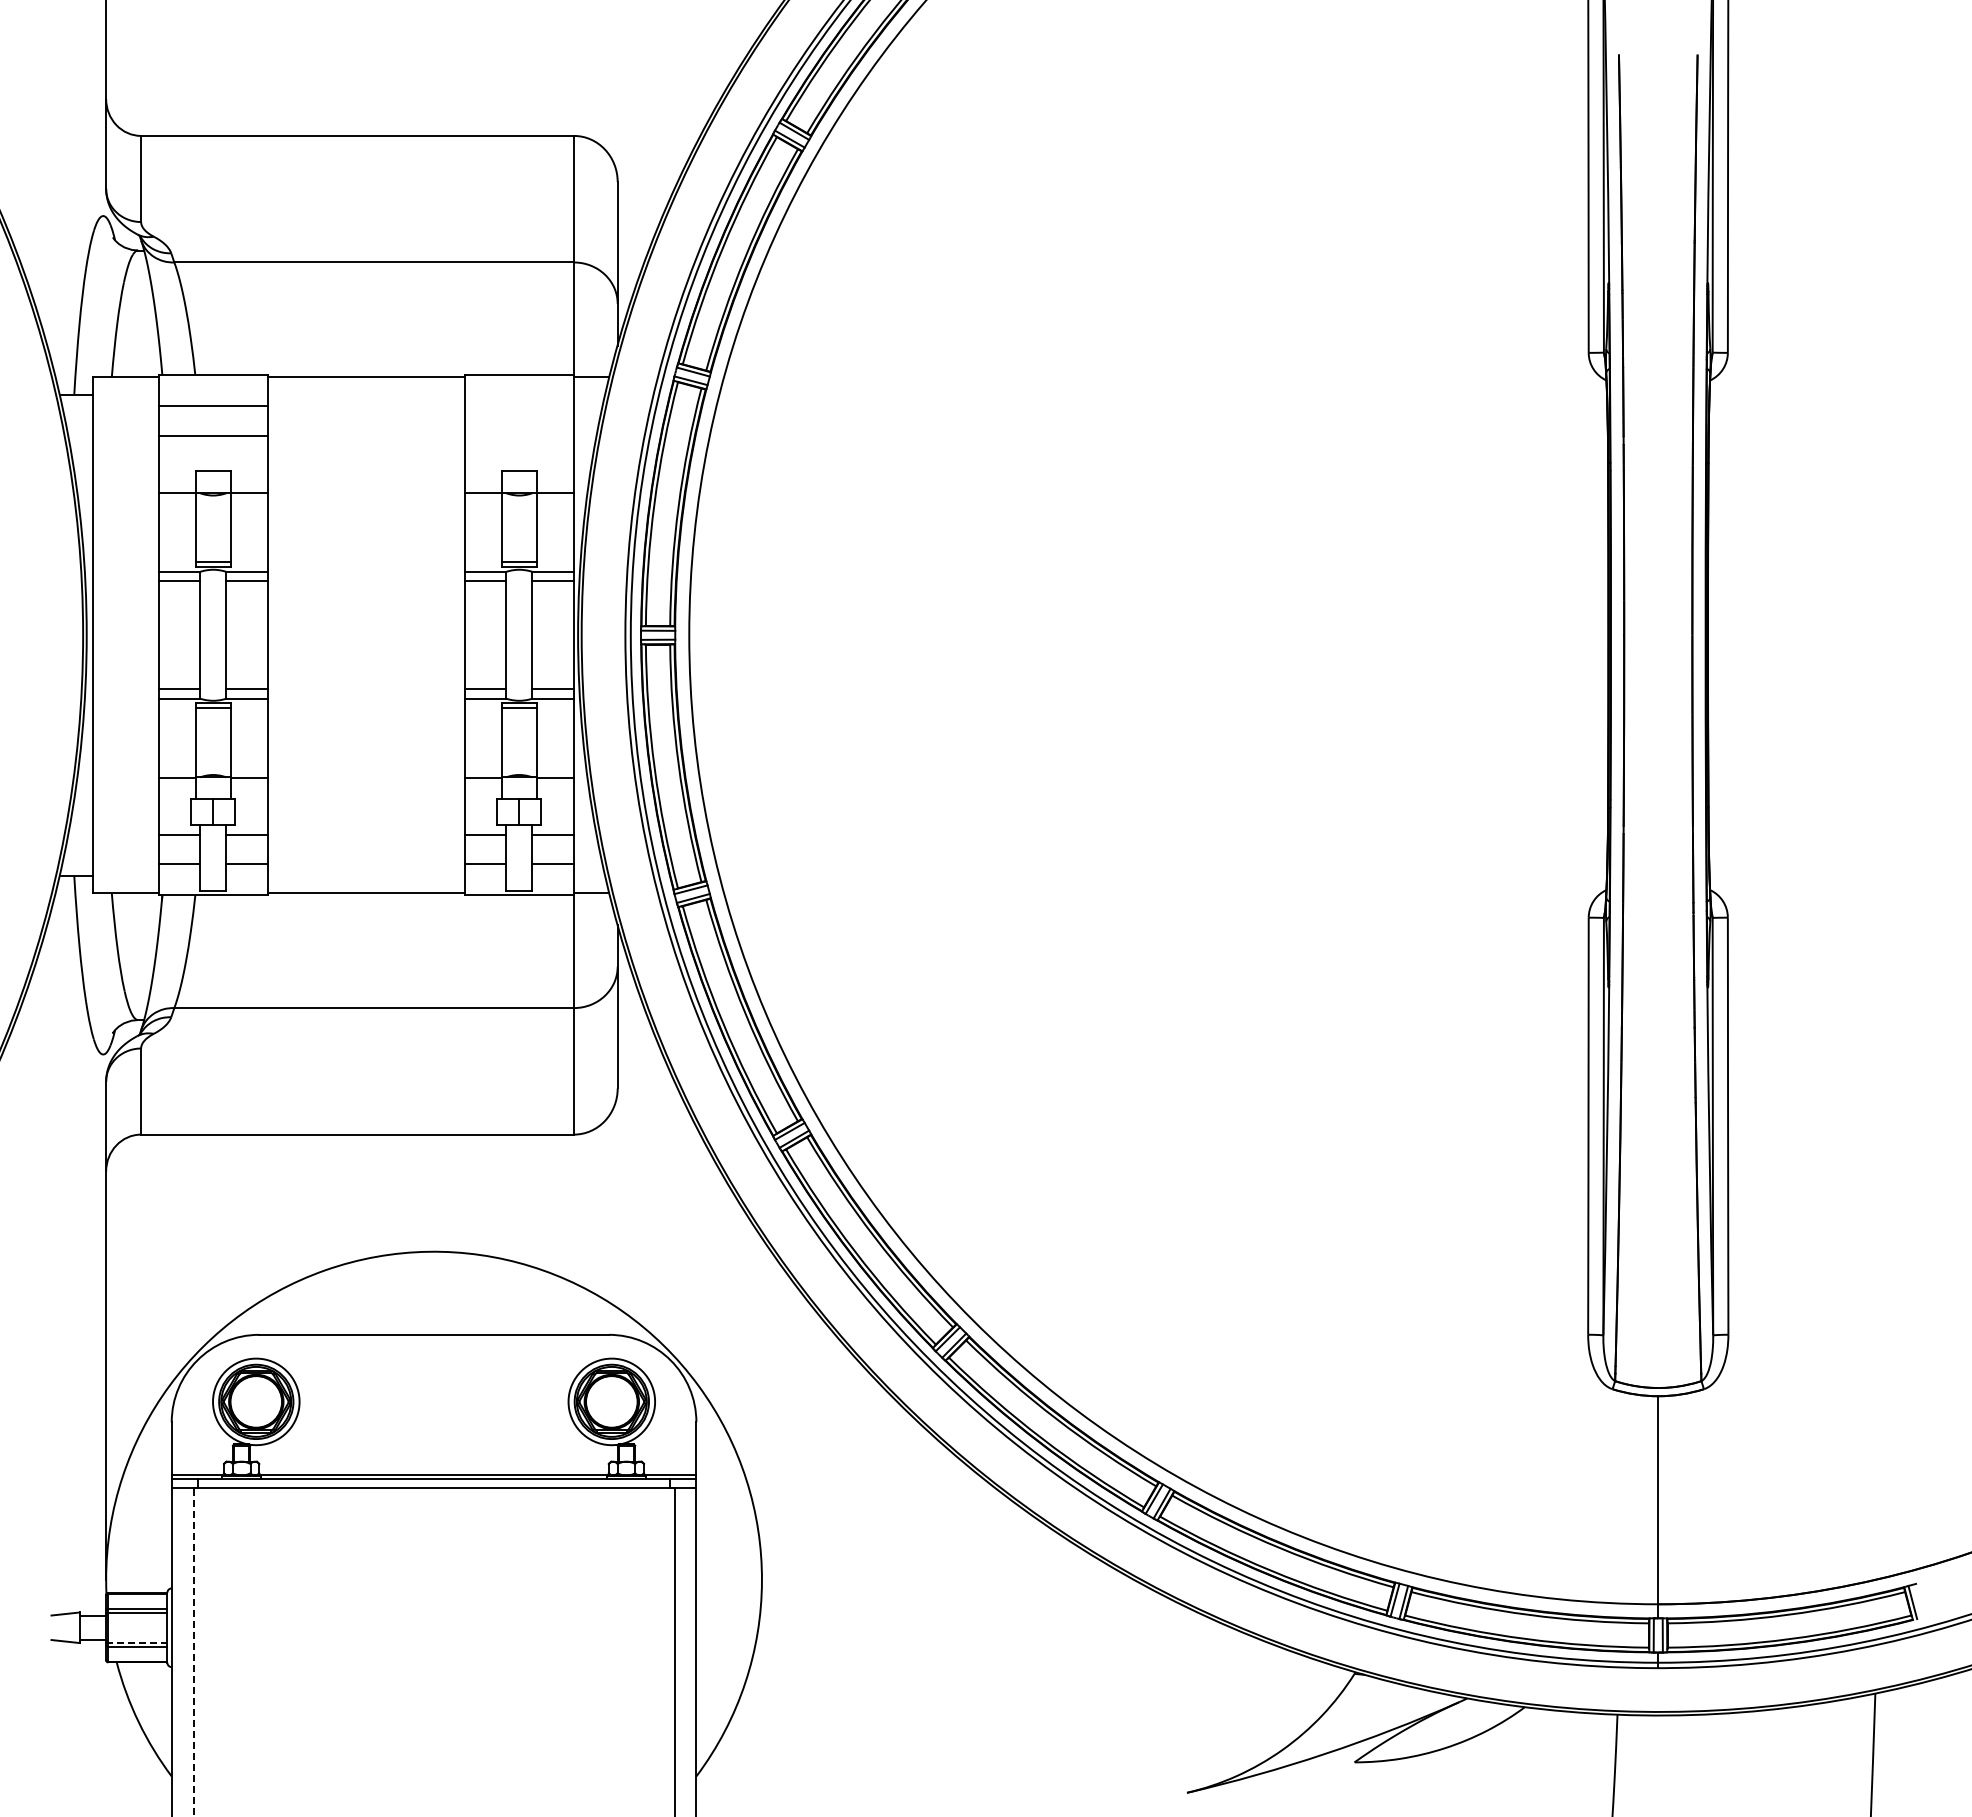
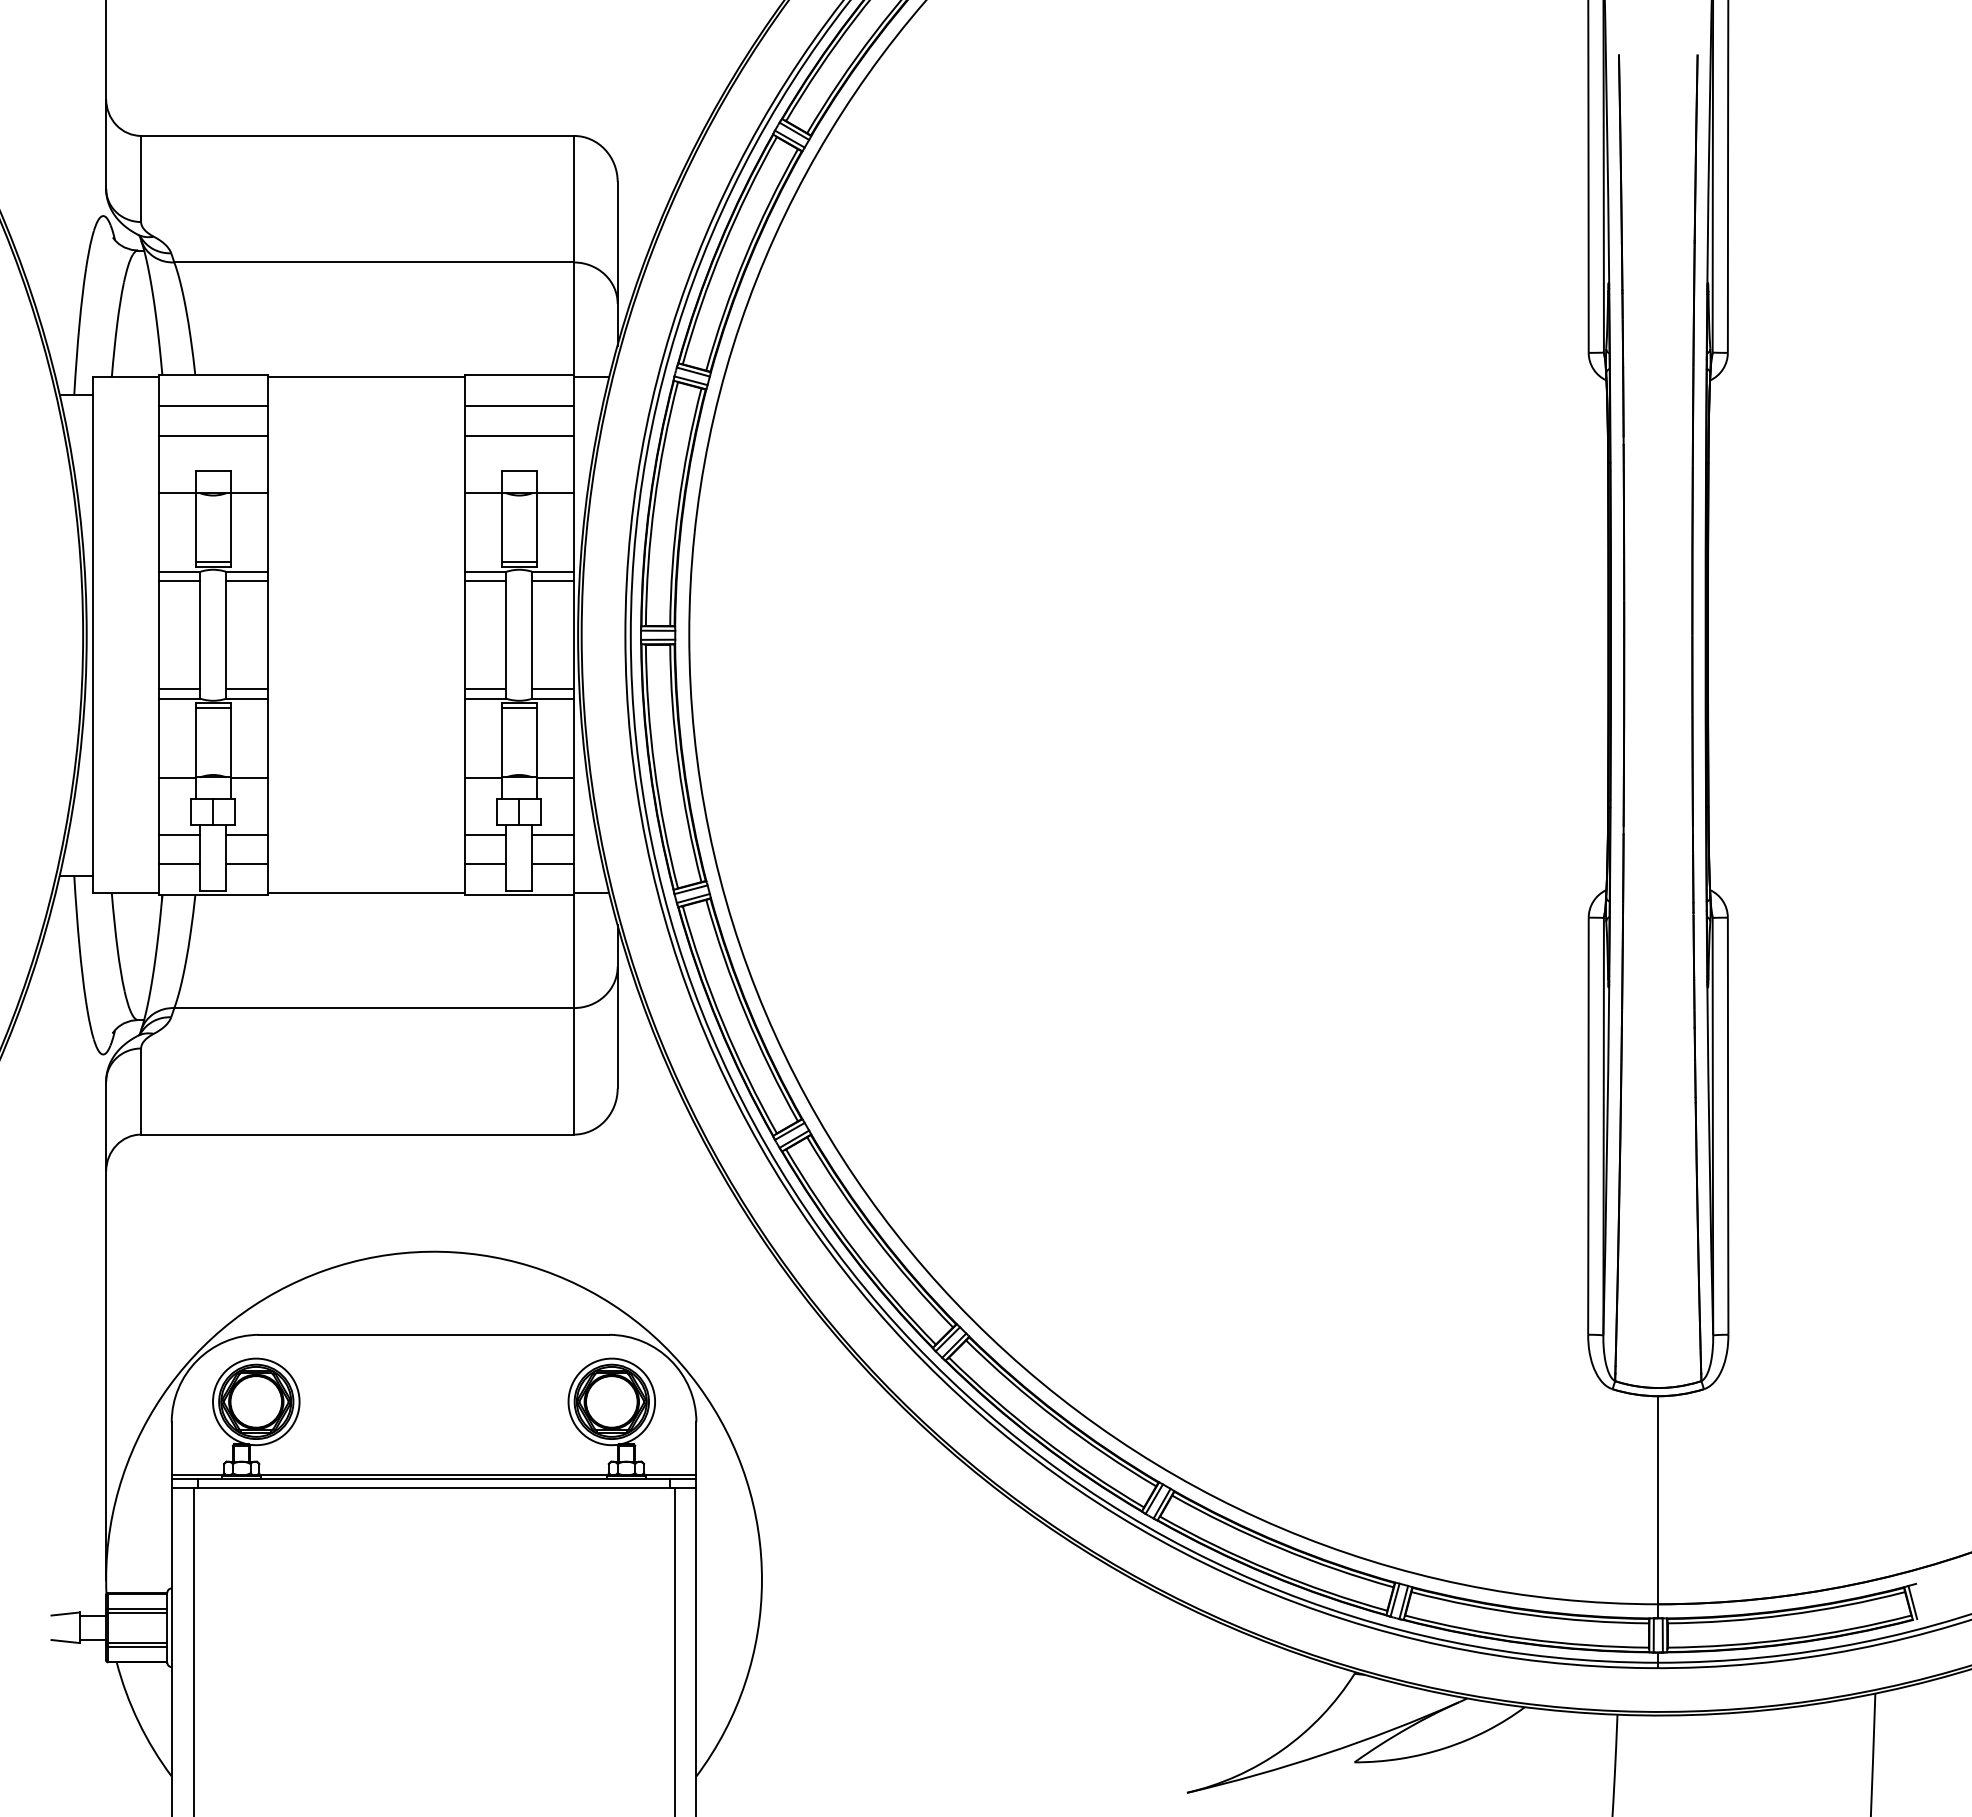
line at (518, 406): none -> present
line at (518, 435): none -> present
line at (136, 1642): dashed -> solid
line at (193, 1651): dashed -> solid
